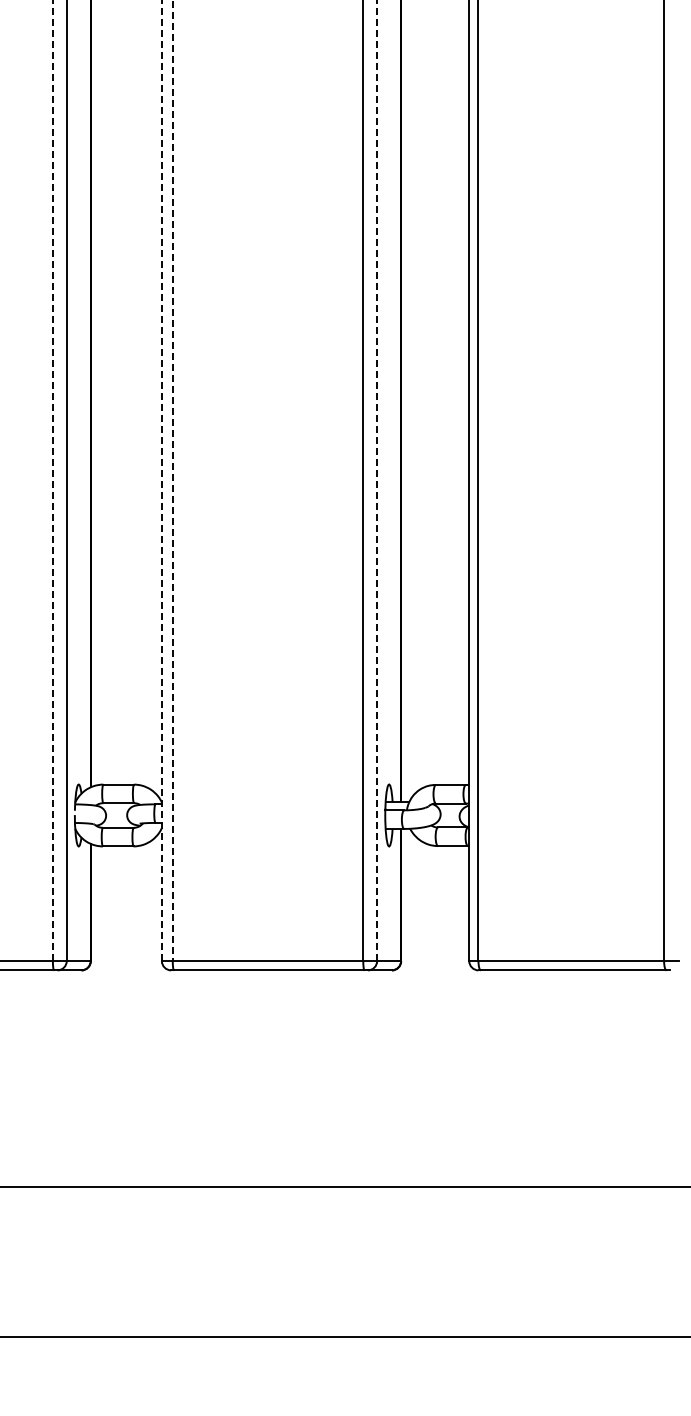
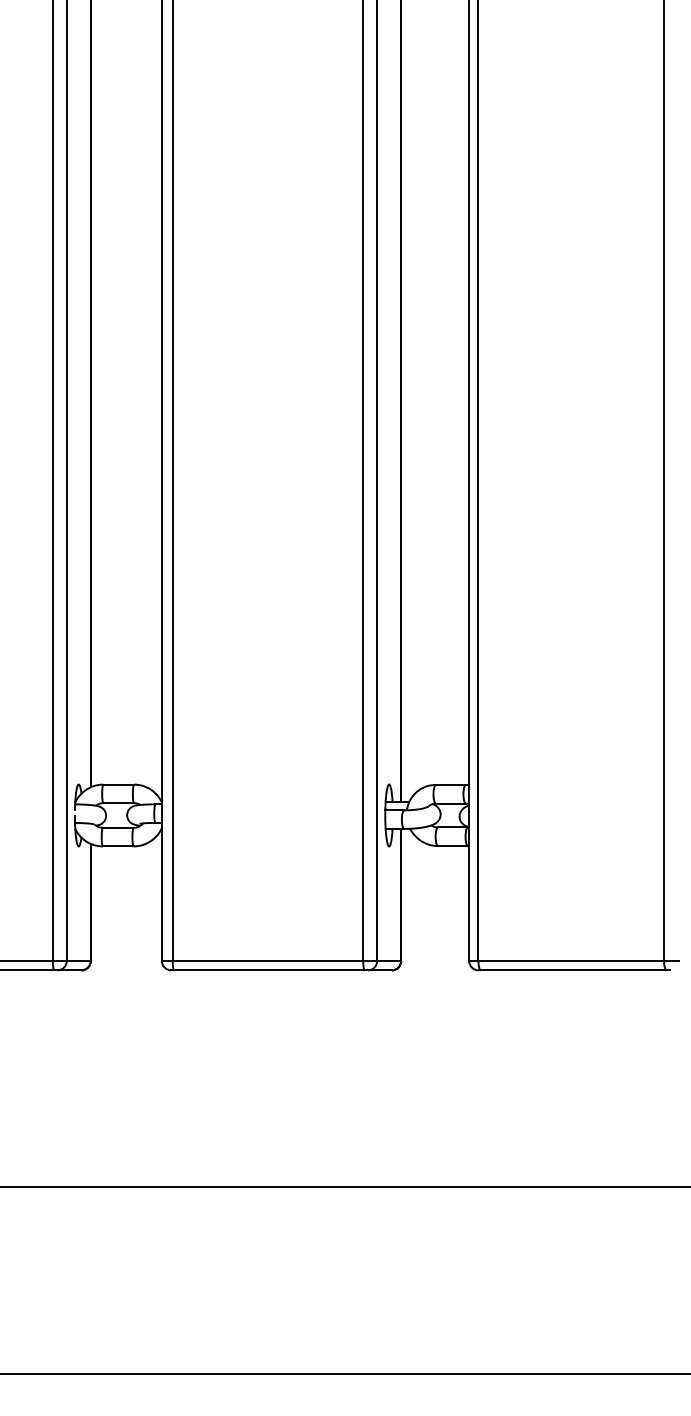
line at (52, 480): dashed -> solid
line at (161, 480): dashed -> solid
line at (377, 480): dashed -> solid
line at (172, 481): dashed -> solid
line at (344, 1336) position: (344, 1336) -> (344, 1373)
